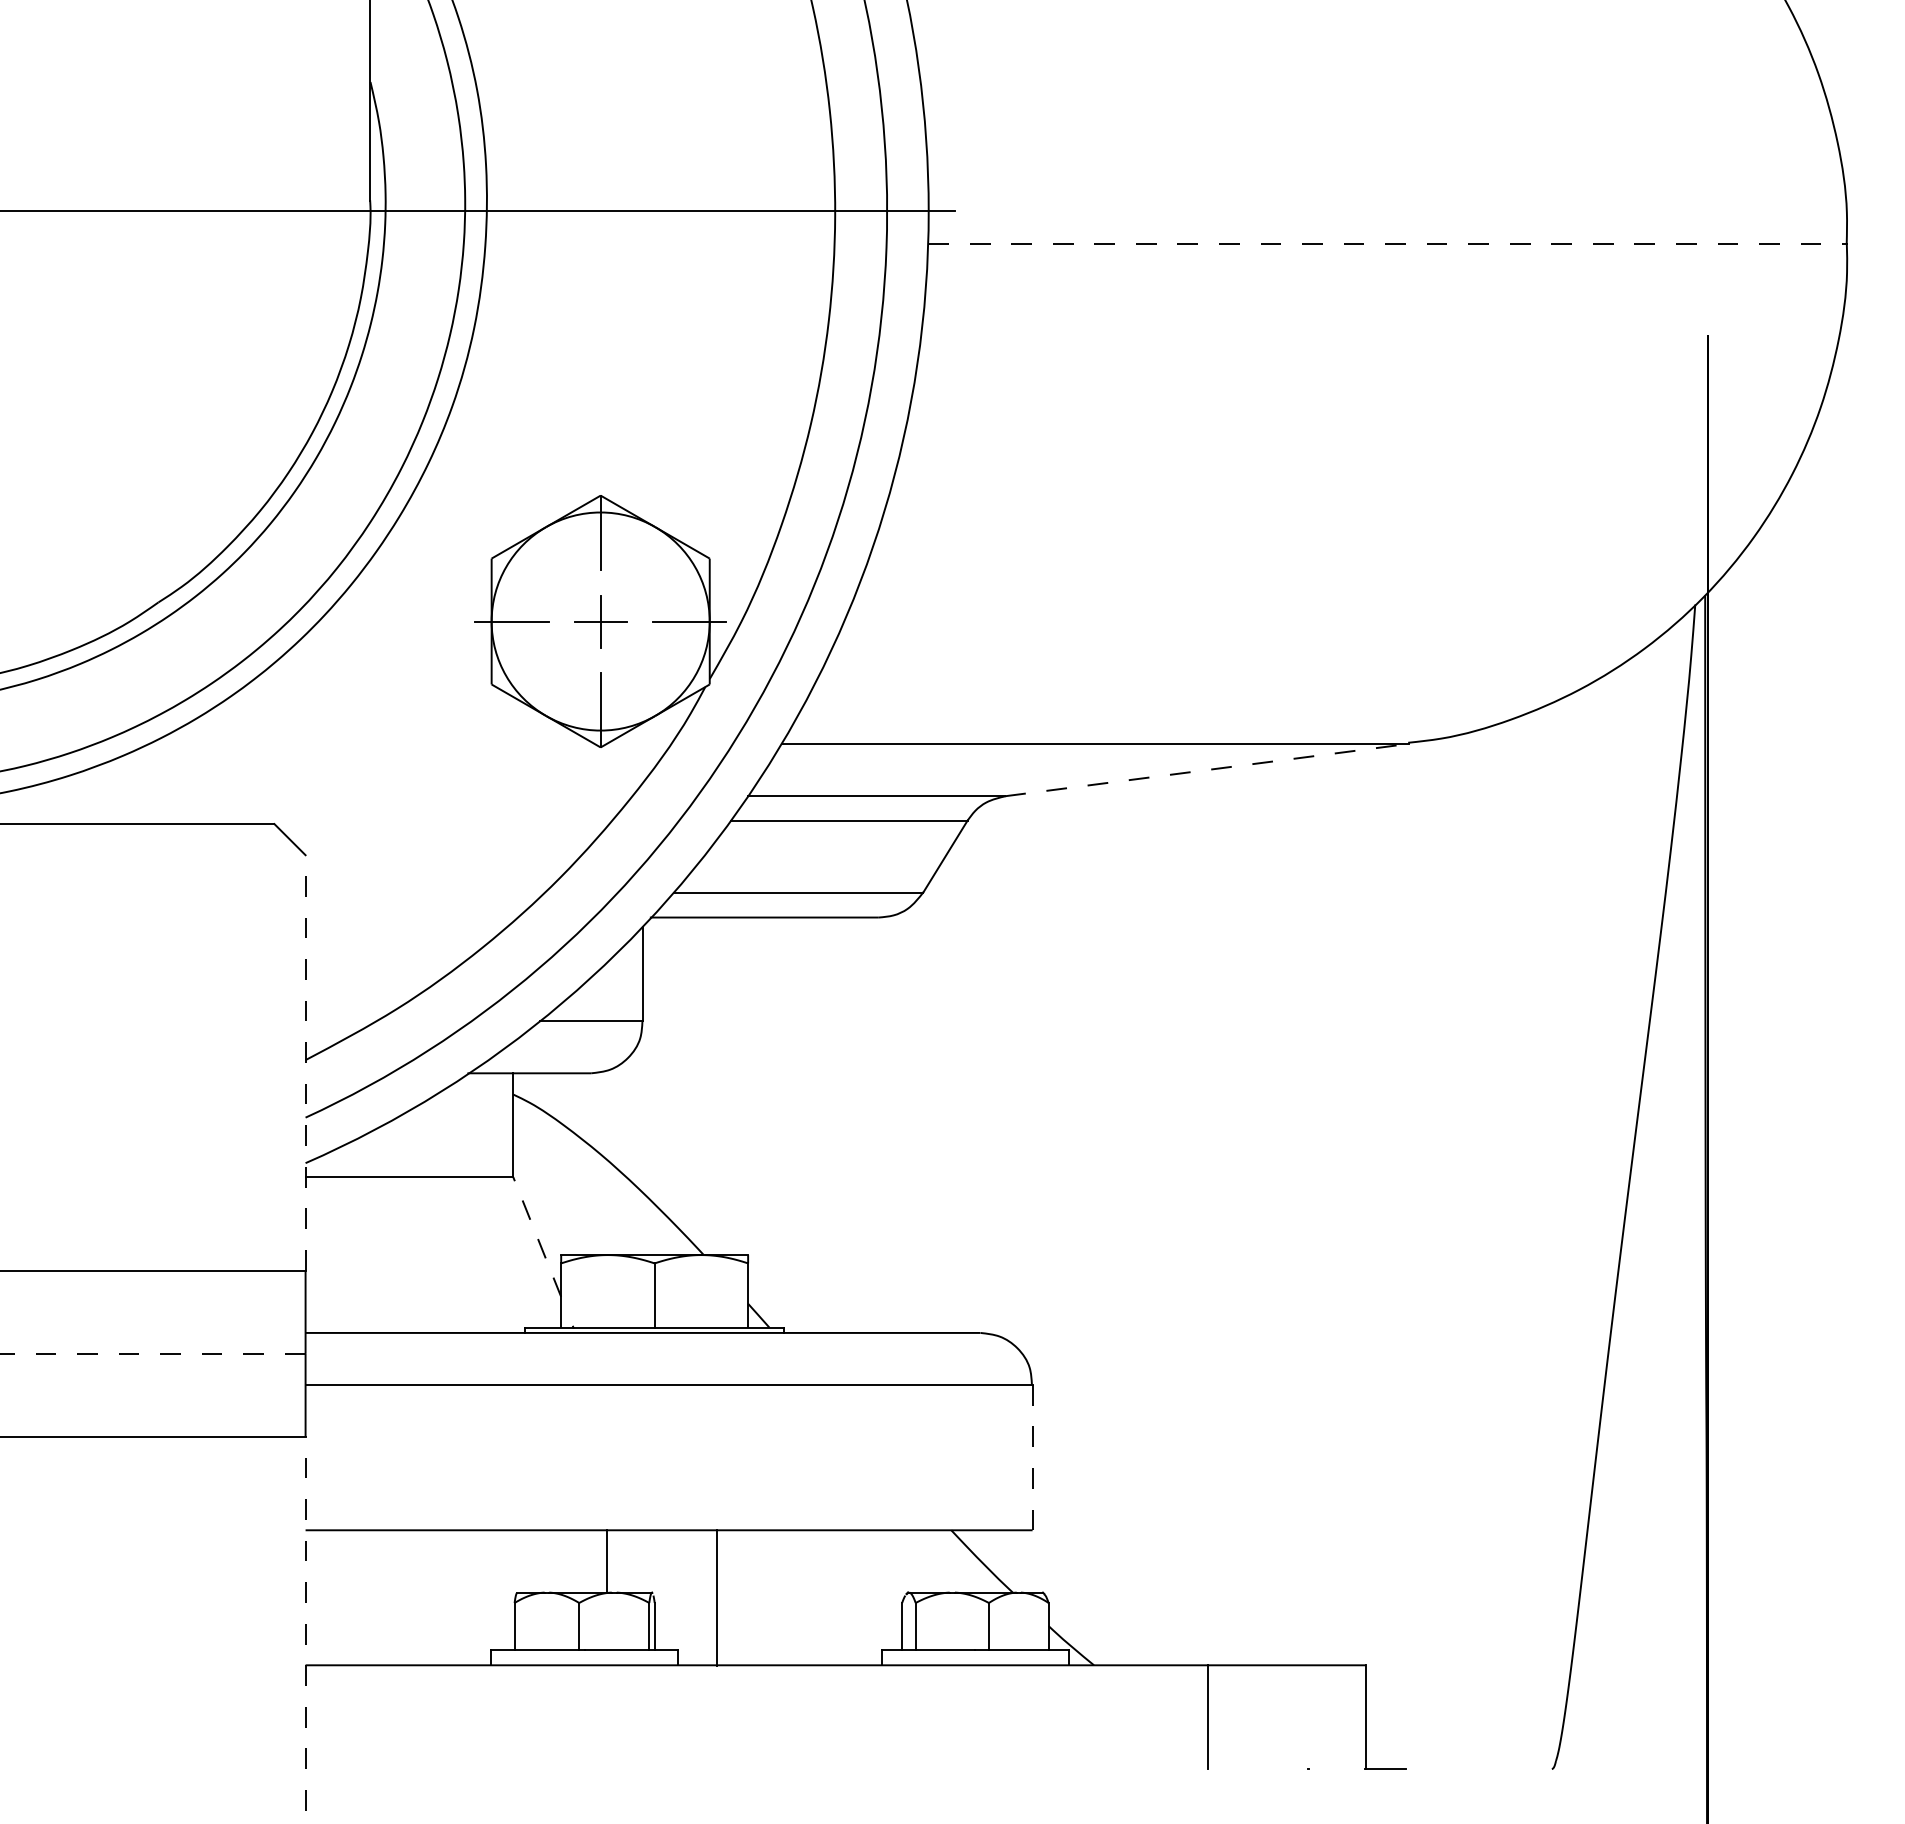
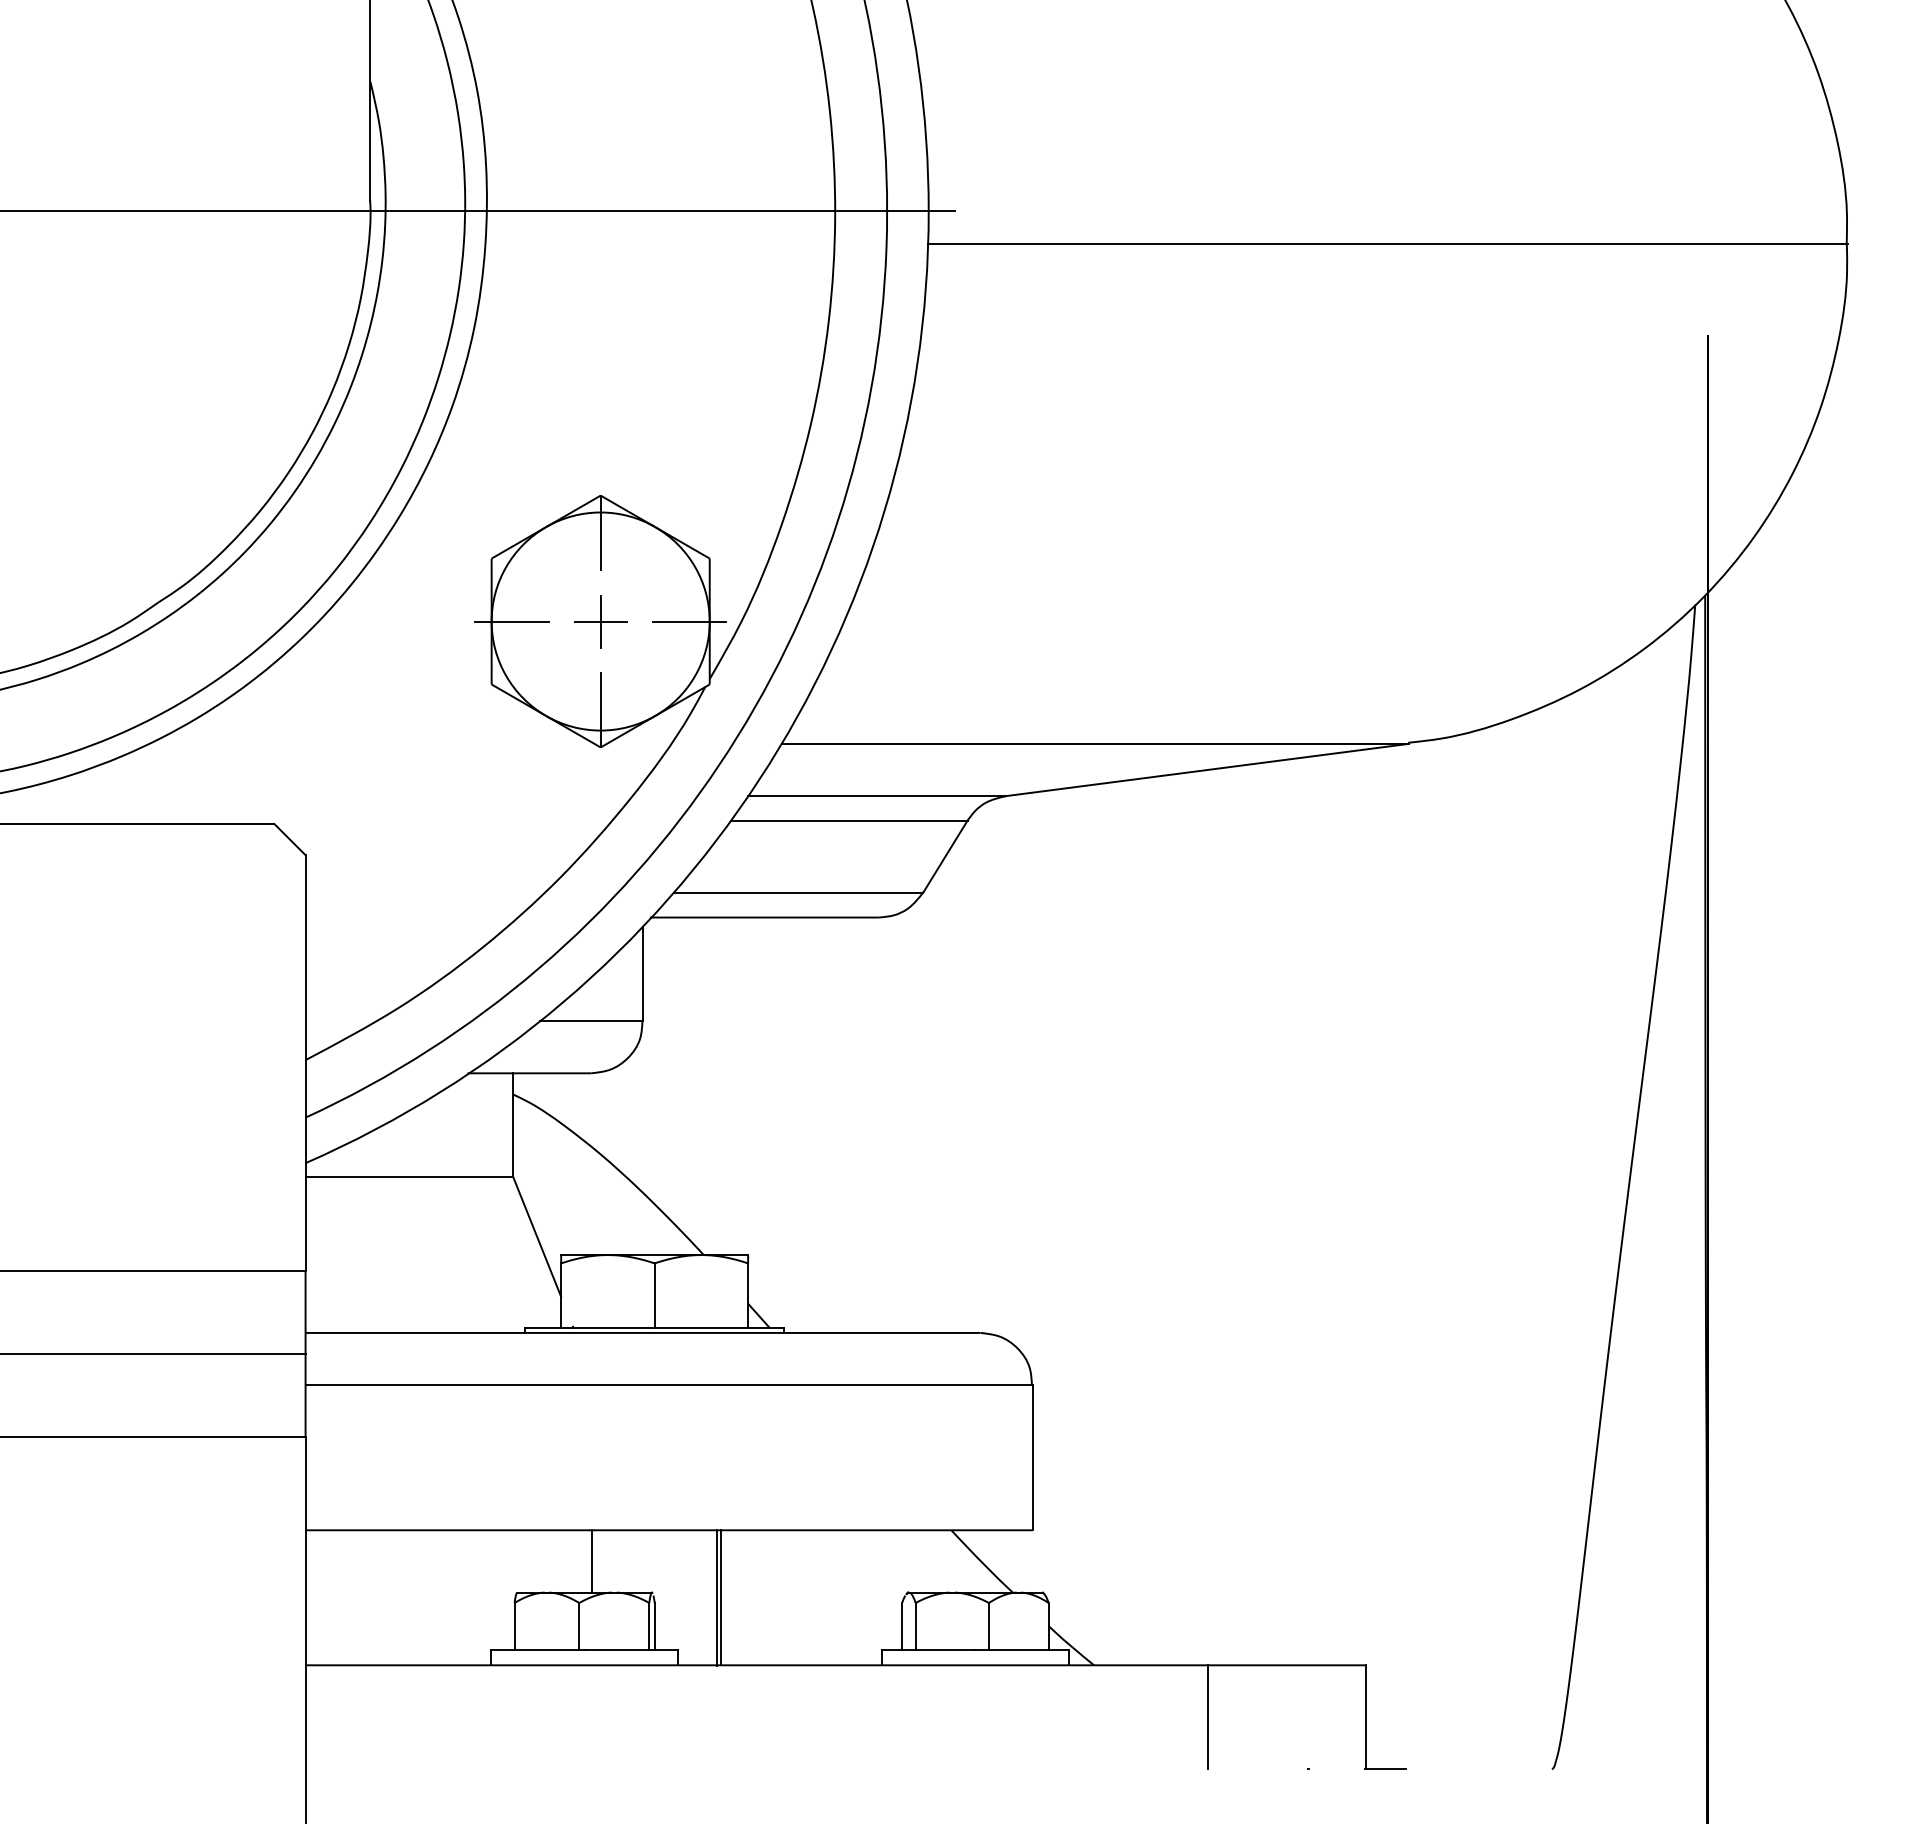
line at (1388, 243): dashed -> solid
line at (1207, 770): dashed -> solid
line at (305, 1062): dashed -> solid
line at (537, 1236): dashed -> solid
line at (152, 1353): dashed -> solid
line at (1032, 1457): dashed -> solid
line at (607, 1561) position: (607, 1561) -> (592, 1561)
line at (721, 1597): none -> present
line at (305, 1629): dashed -> solid
